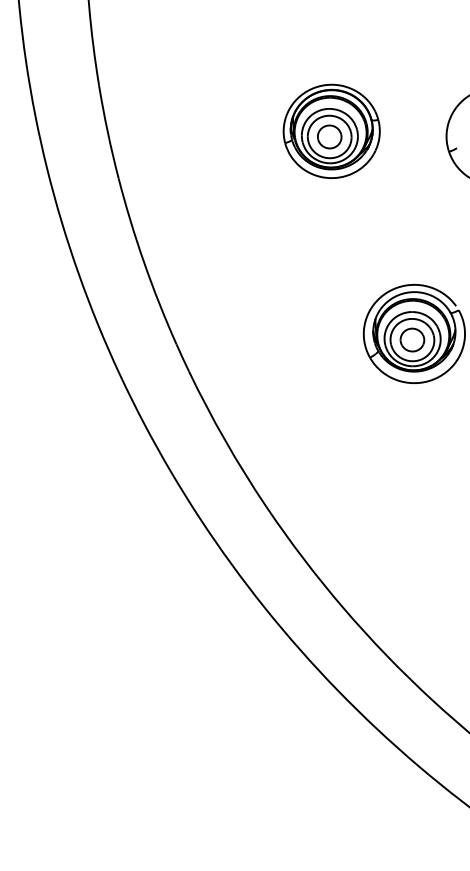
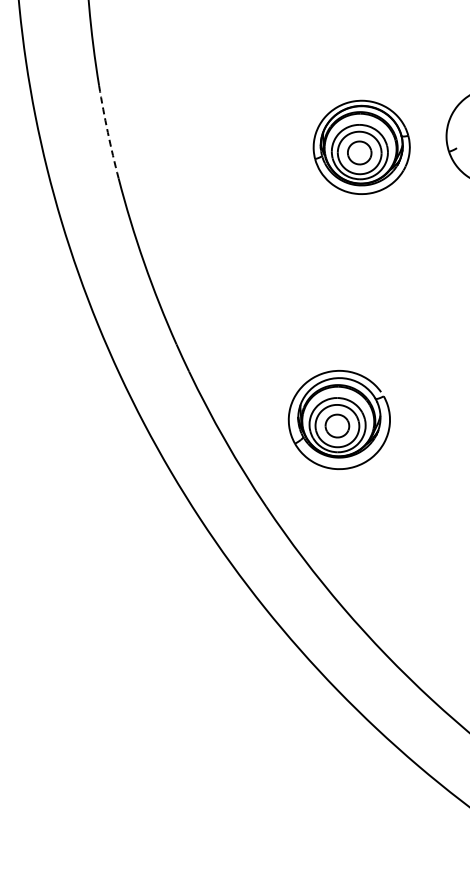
part at (331, 130) position: (331, 130) -> (361, 146)
arc at (107, 132): solid -> dashed
part at (413, 333) position: (413, 333) -> (338, 419)
